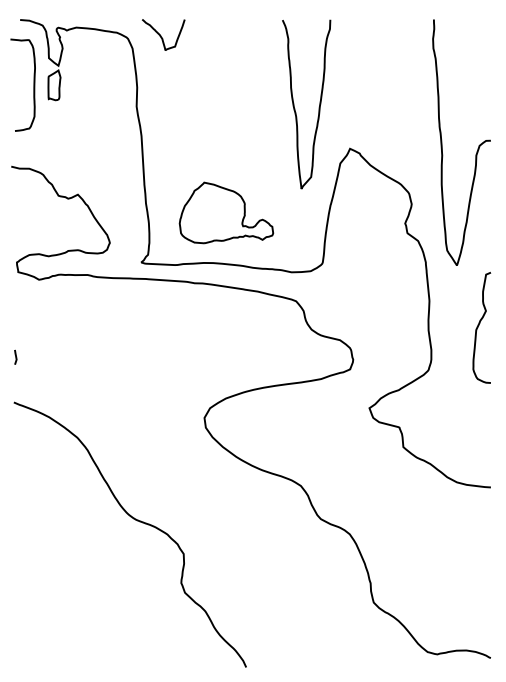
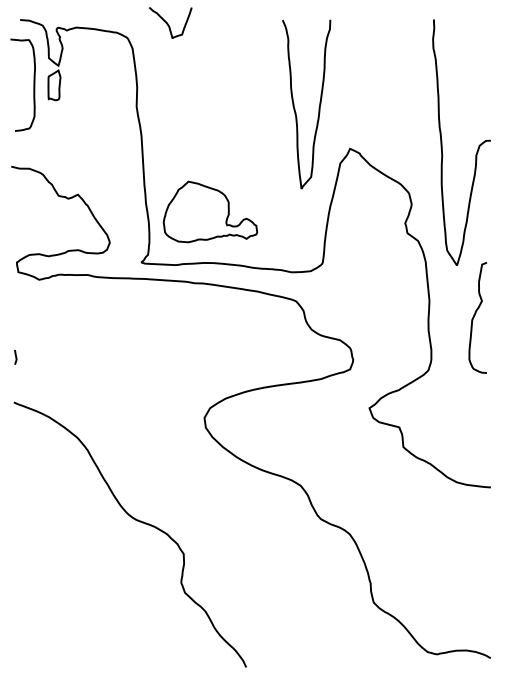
curve at (161, 35) position: (161, 35) -> (168, 23)
part at (226, 212) position: (226, 212) -> (210, 211)
curve at (479, 325) position: (479, 325) -> (475, 315)
